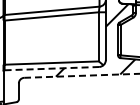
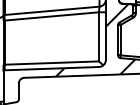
line at (52, 68): dashed -> solid
line at (81, 75): dashed -> solid
